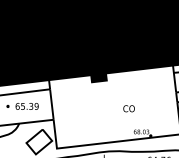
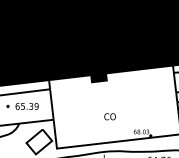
text at (128, 108) position: (128, 108) -> (109, 116)
